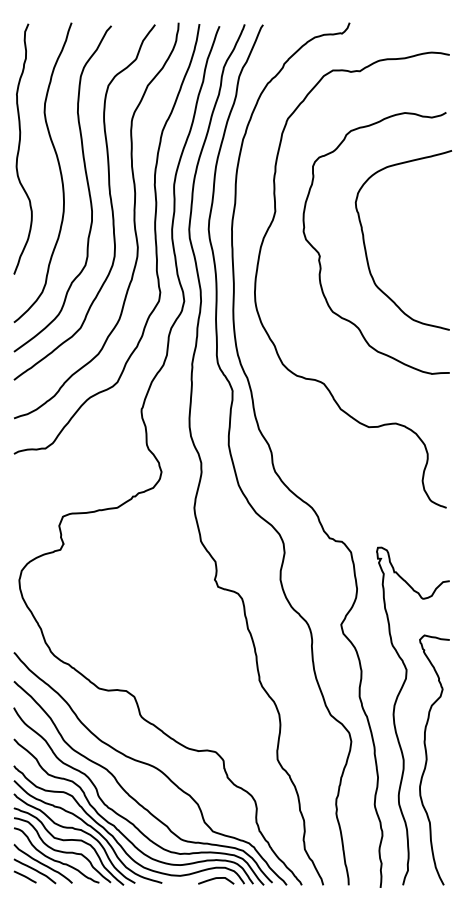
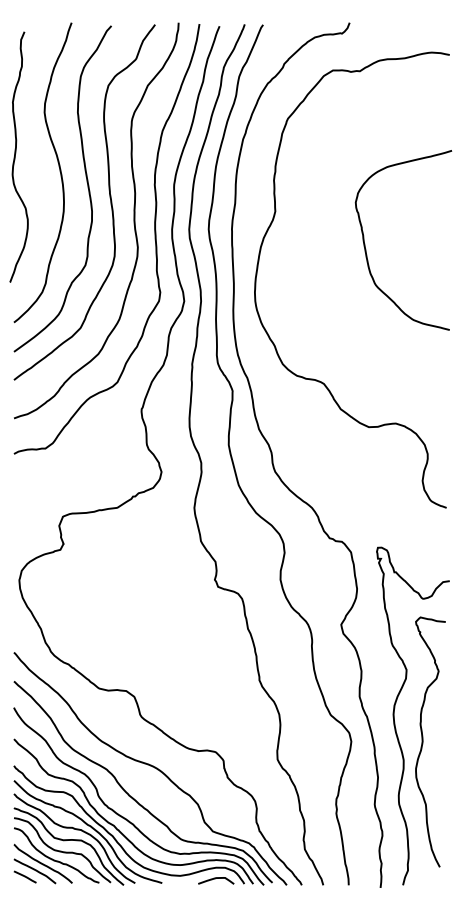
curve at (19, 148) position: (19, 148) -> (15, 156)
curve at (320, 254): present -> none
curve at (427, 759) position: (427, 759) -> (423, 741)
